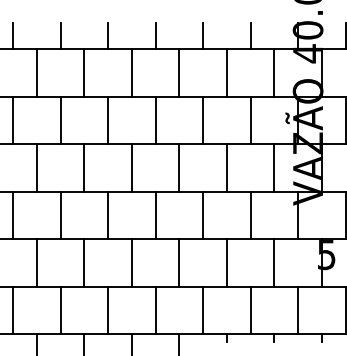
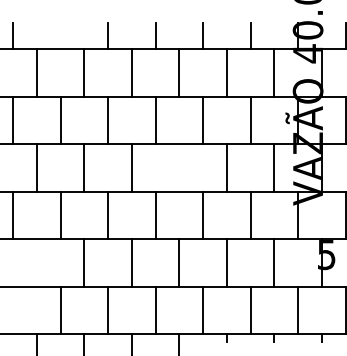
line at (60, 35): present -> none
line at (179, 167): present -> none
line at (36, 262): present -> none
line at (13, 310): present -> none
